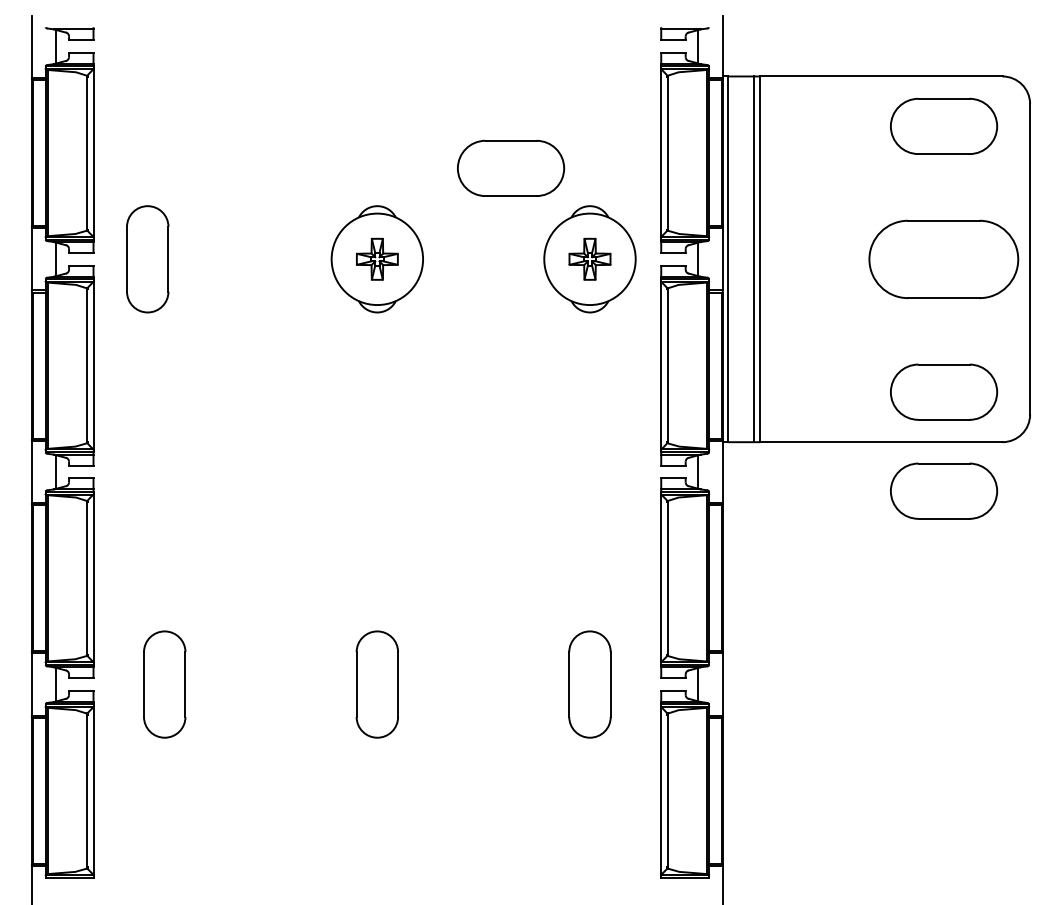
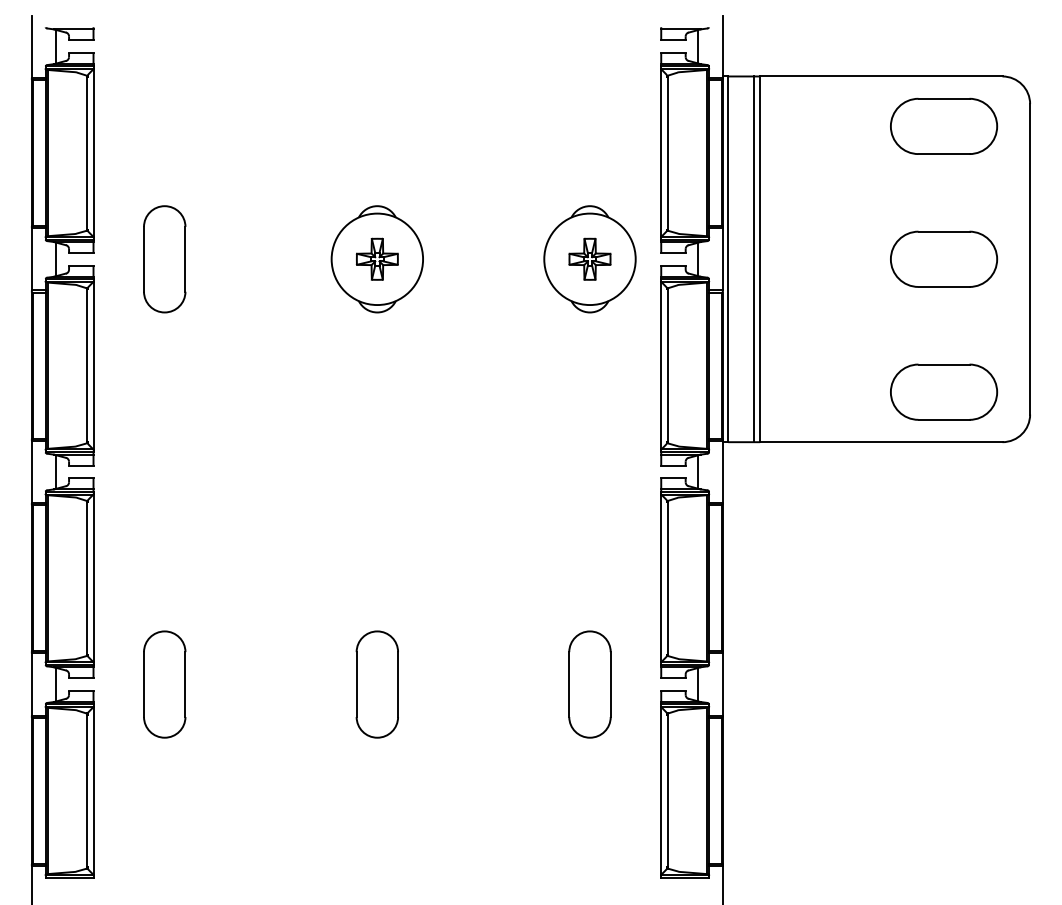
part at (511, 167): present -> none
part at (943, 258) size: 152x80 px -> 109x58 px
part at (147, 259) position: (147, 259) -> (164, 259)
part at (944, 490): present -> none
